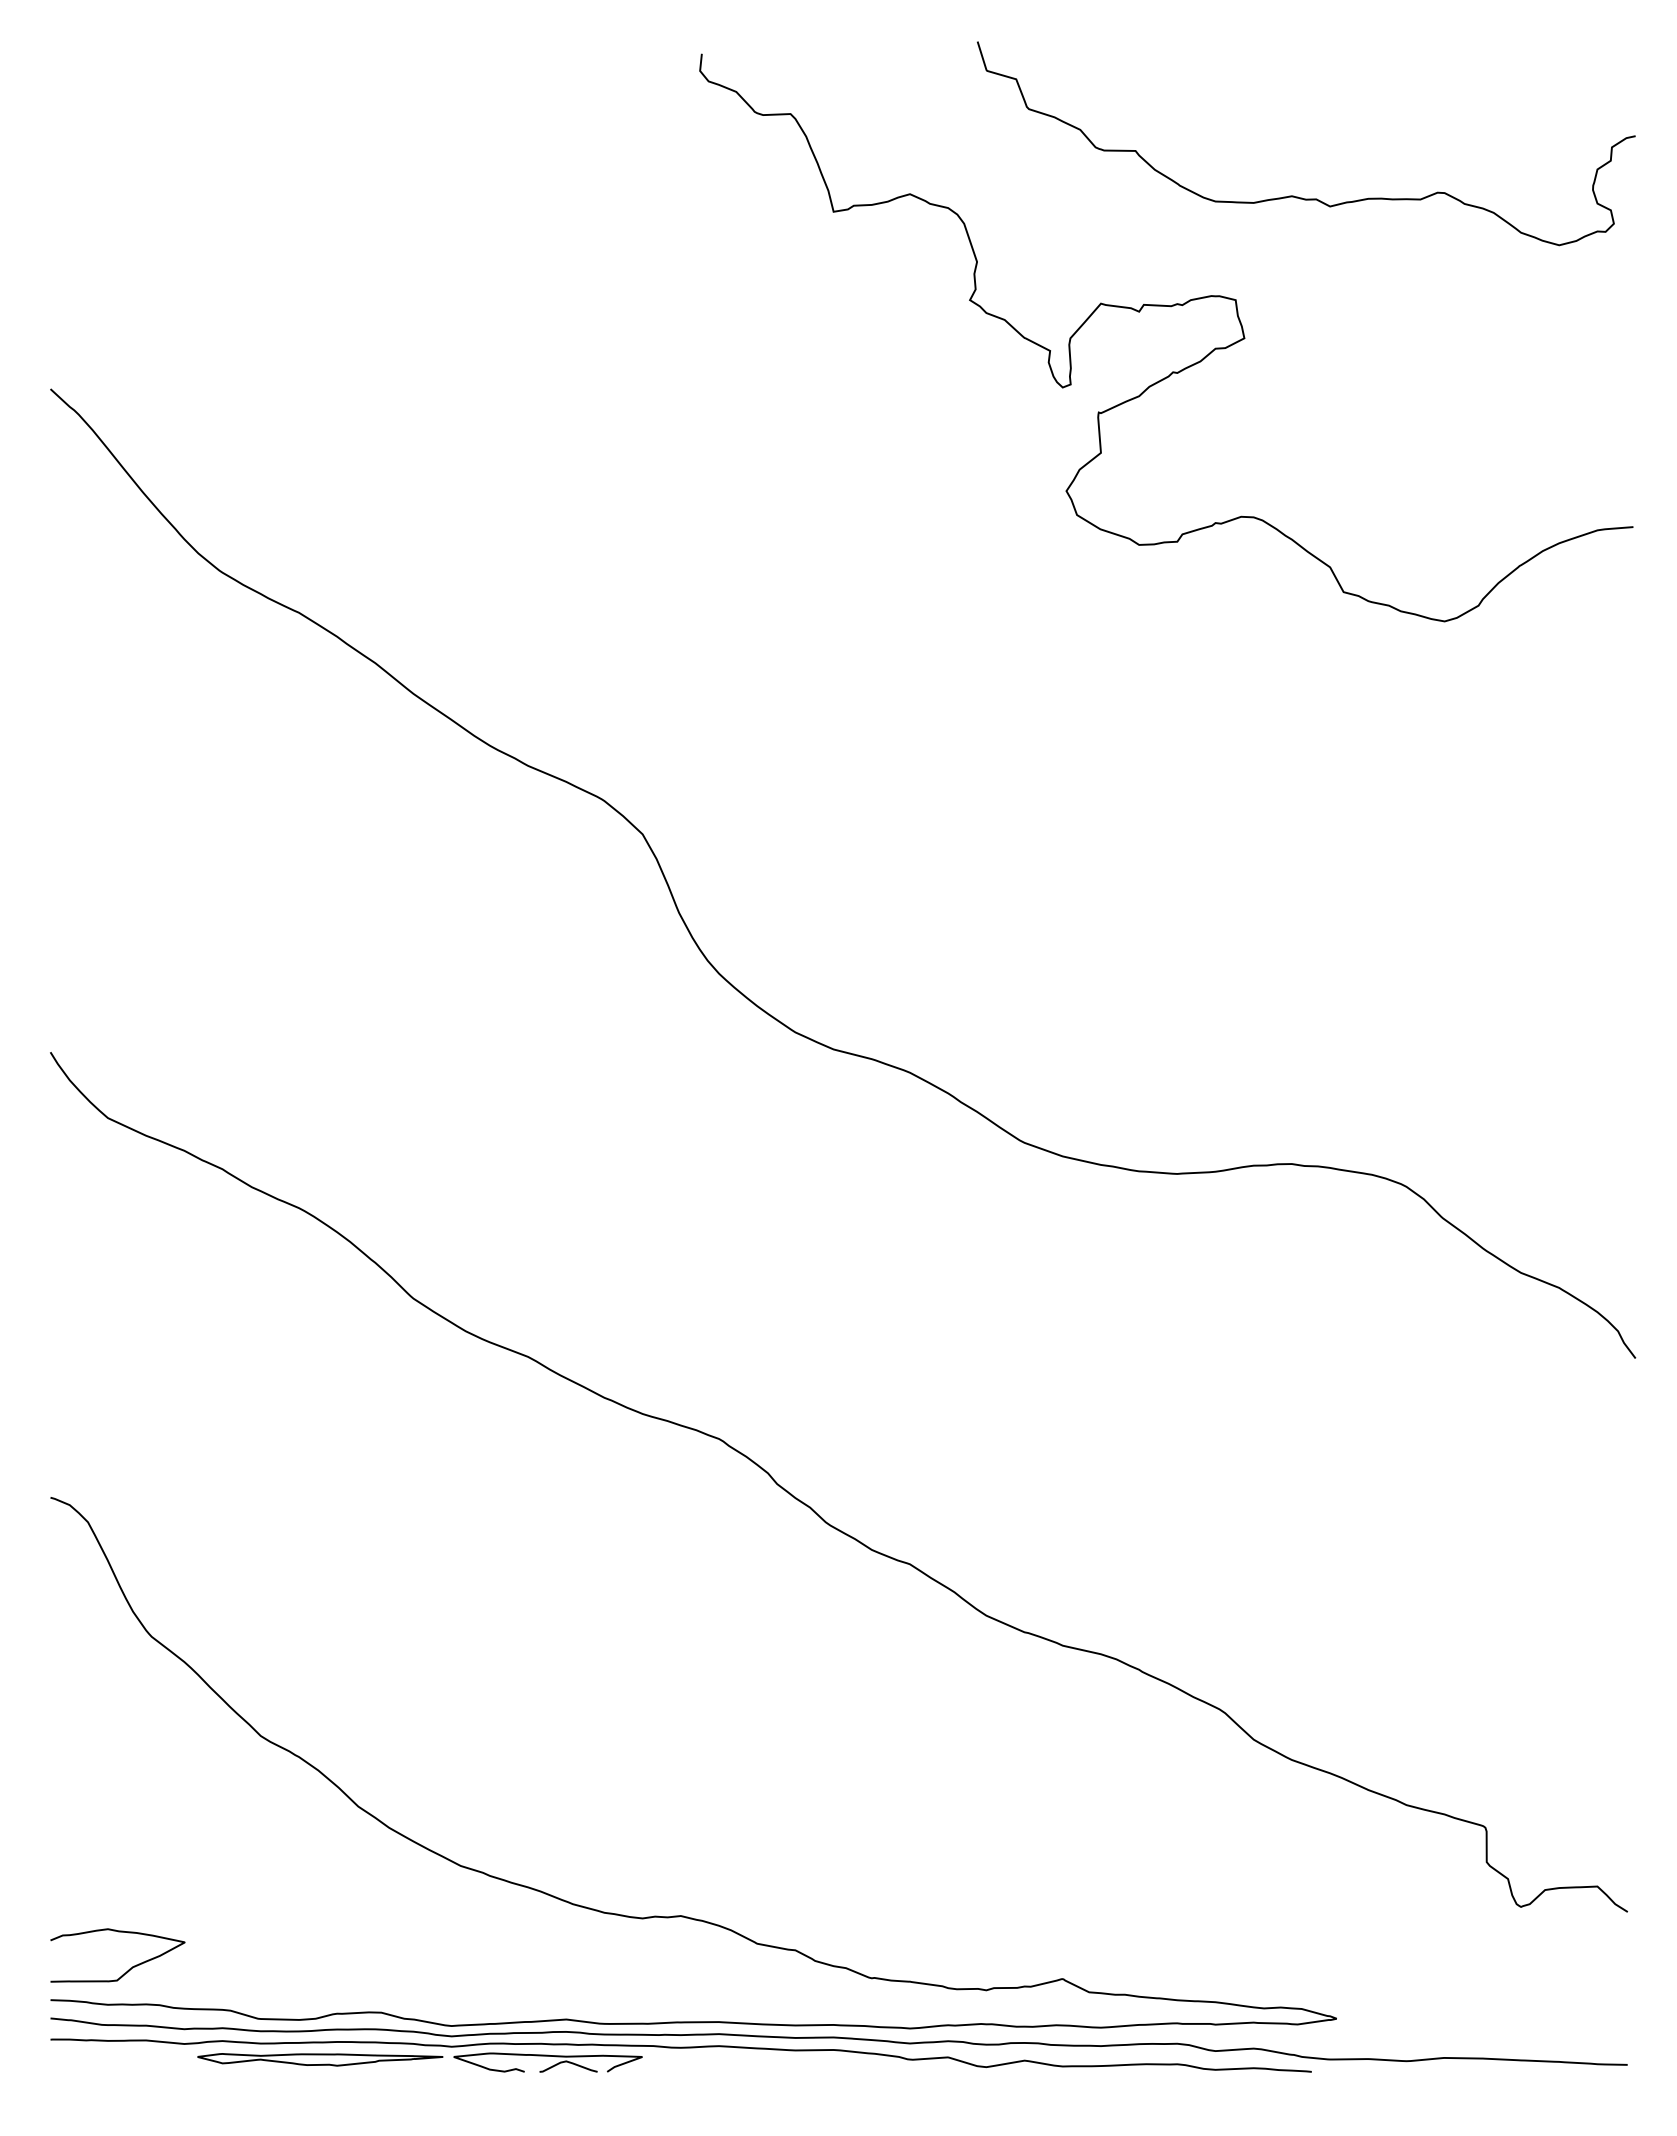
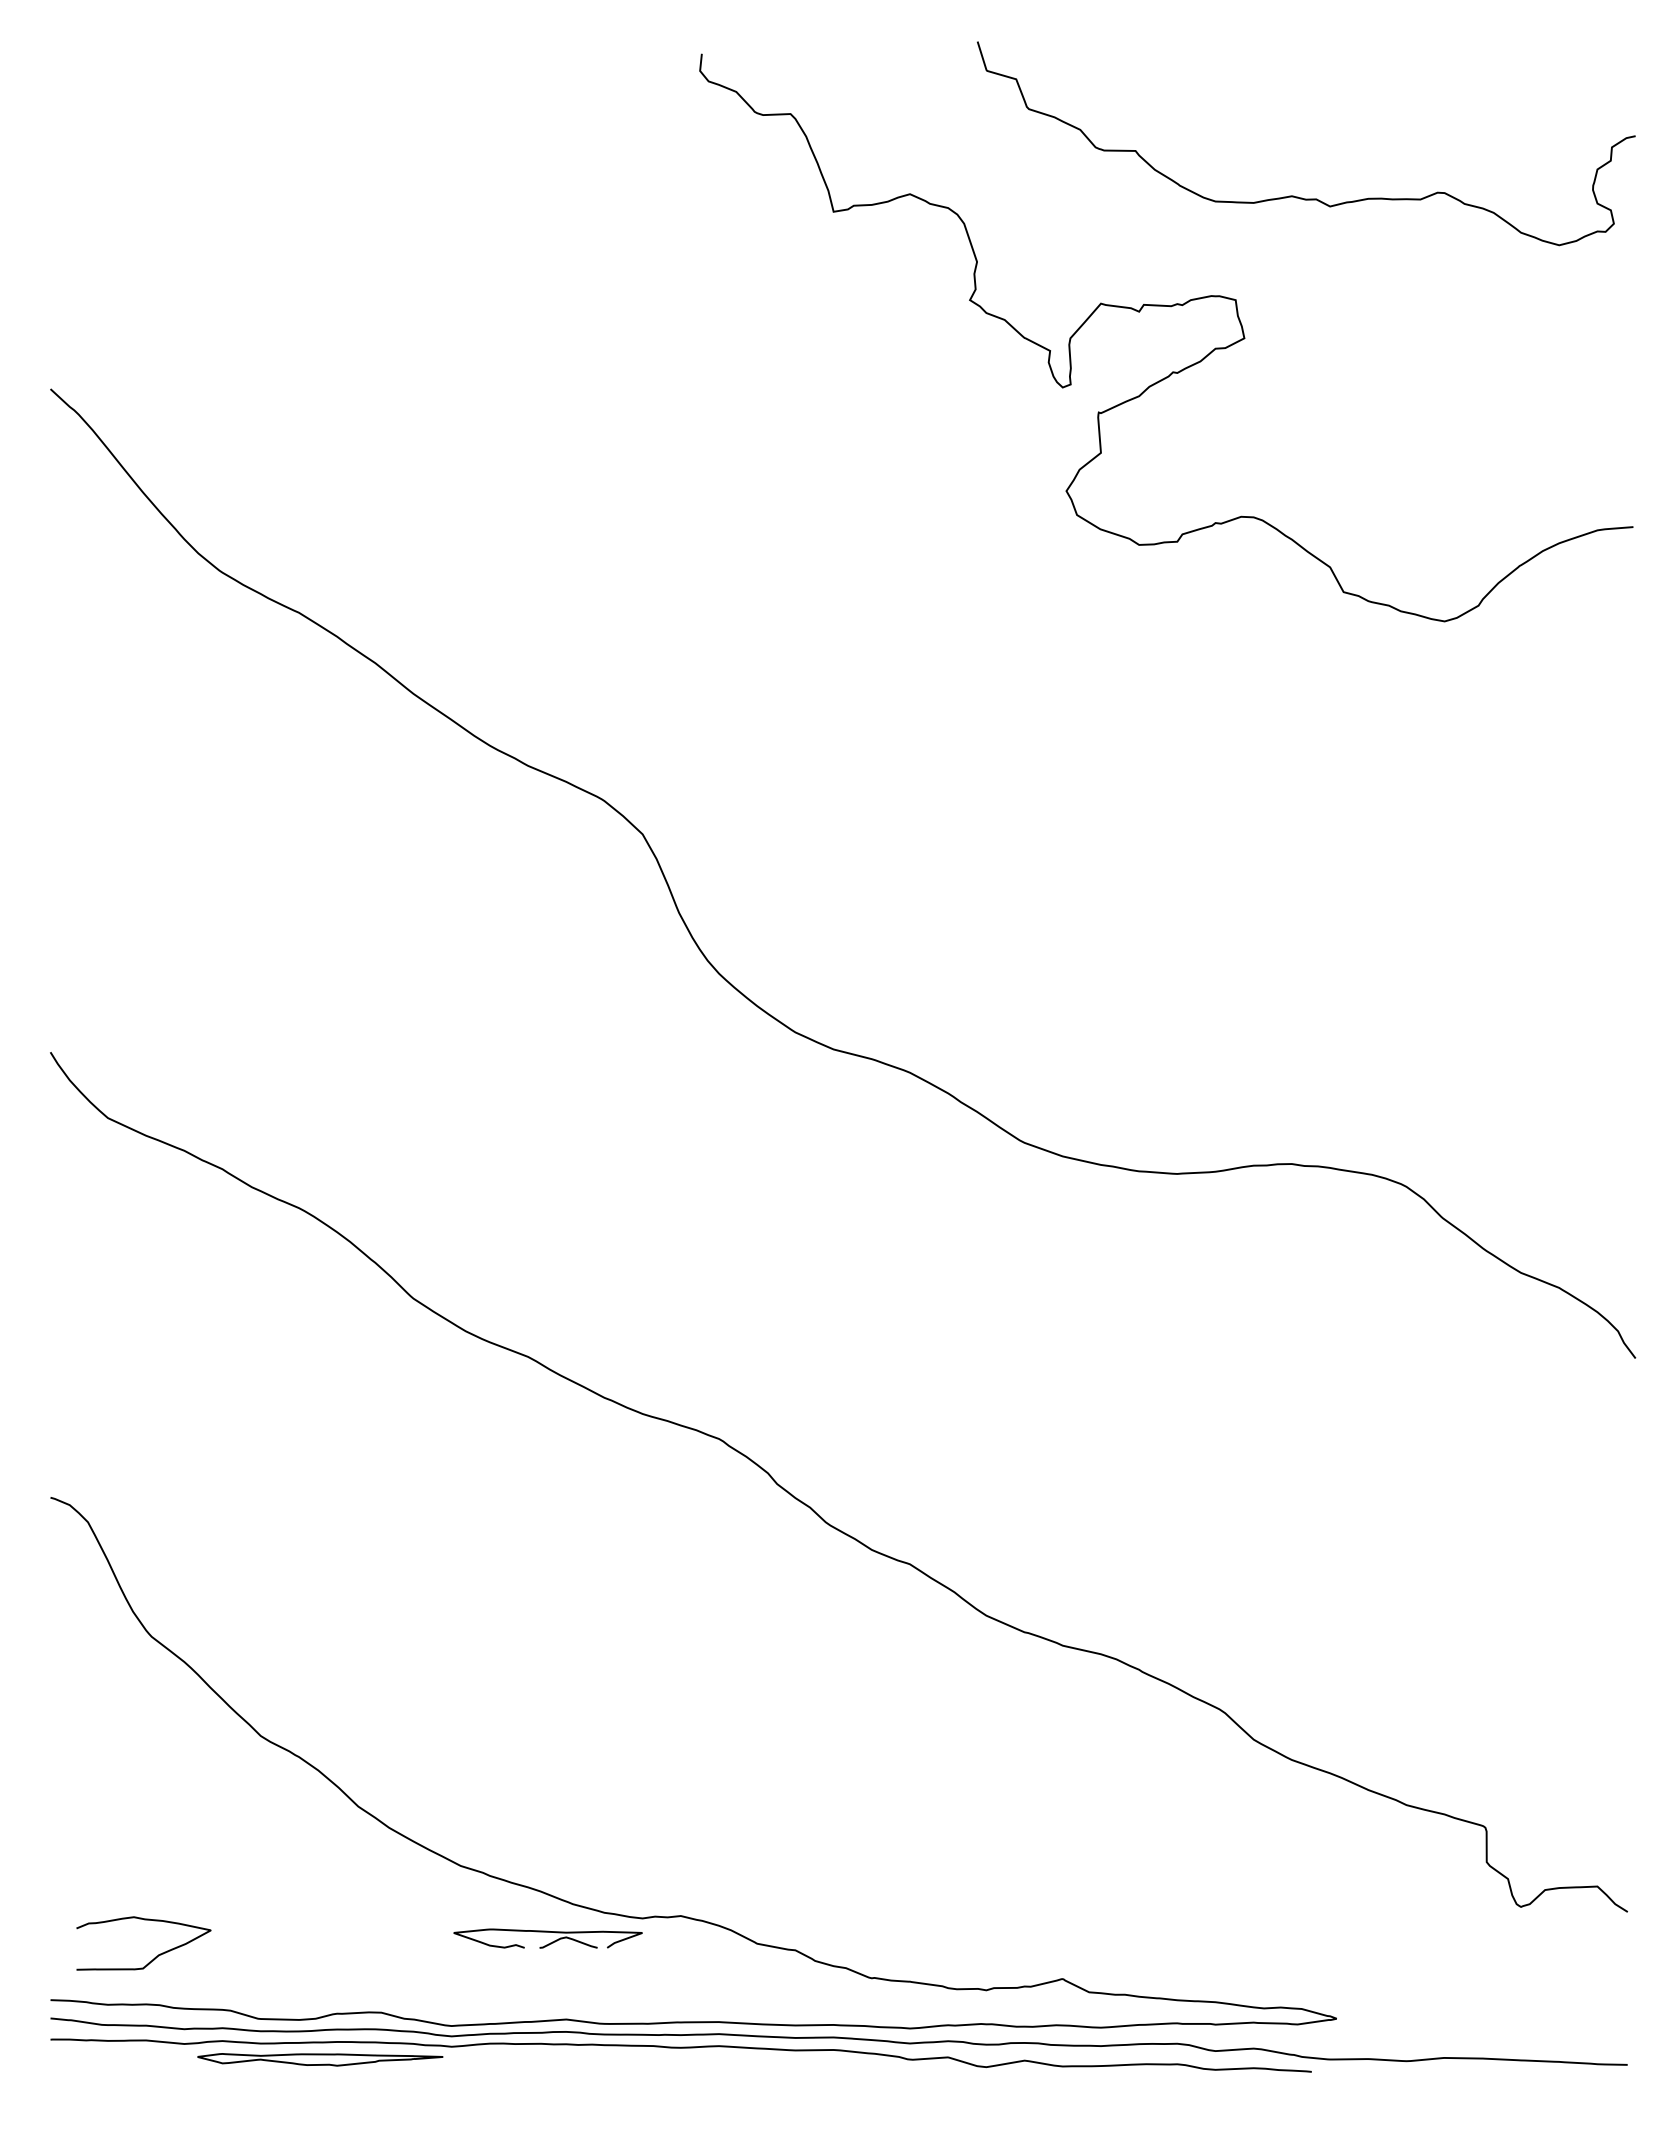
curve at (129, 1968) position: (129, 1968) -> (155, 1956)
part at (547, 2062) position: (547, 2062) -> (547, 1938)
